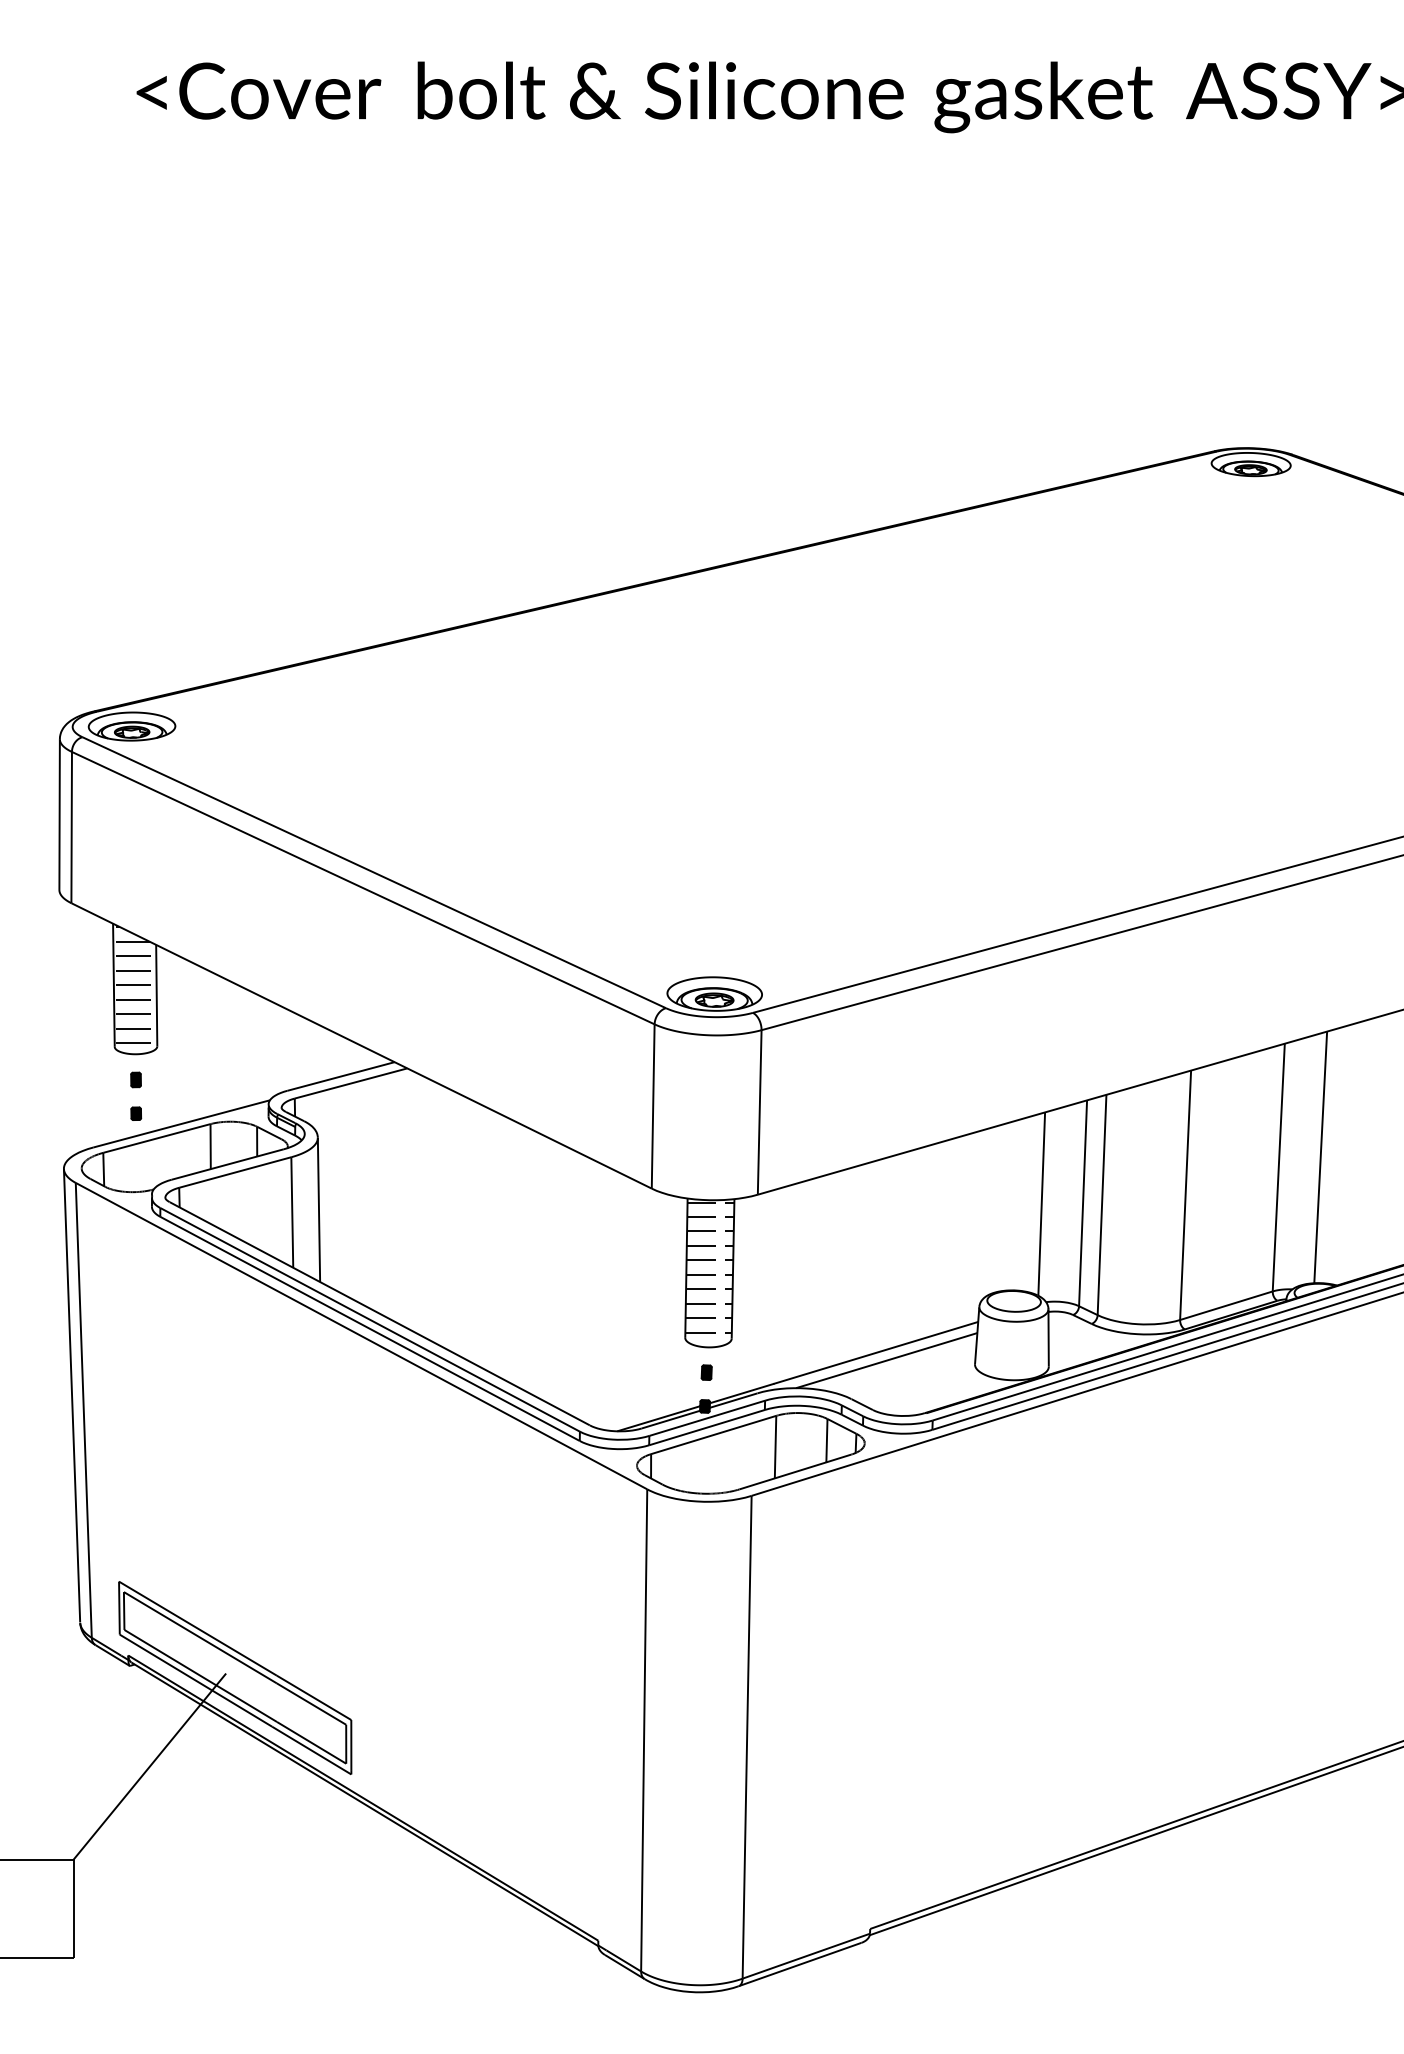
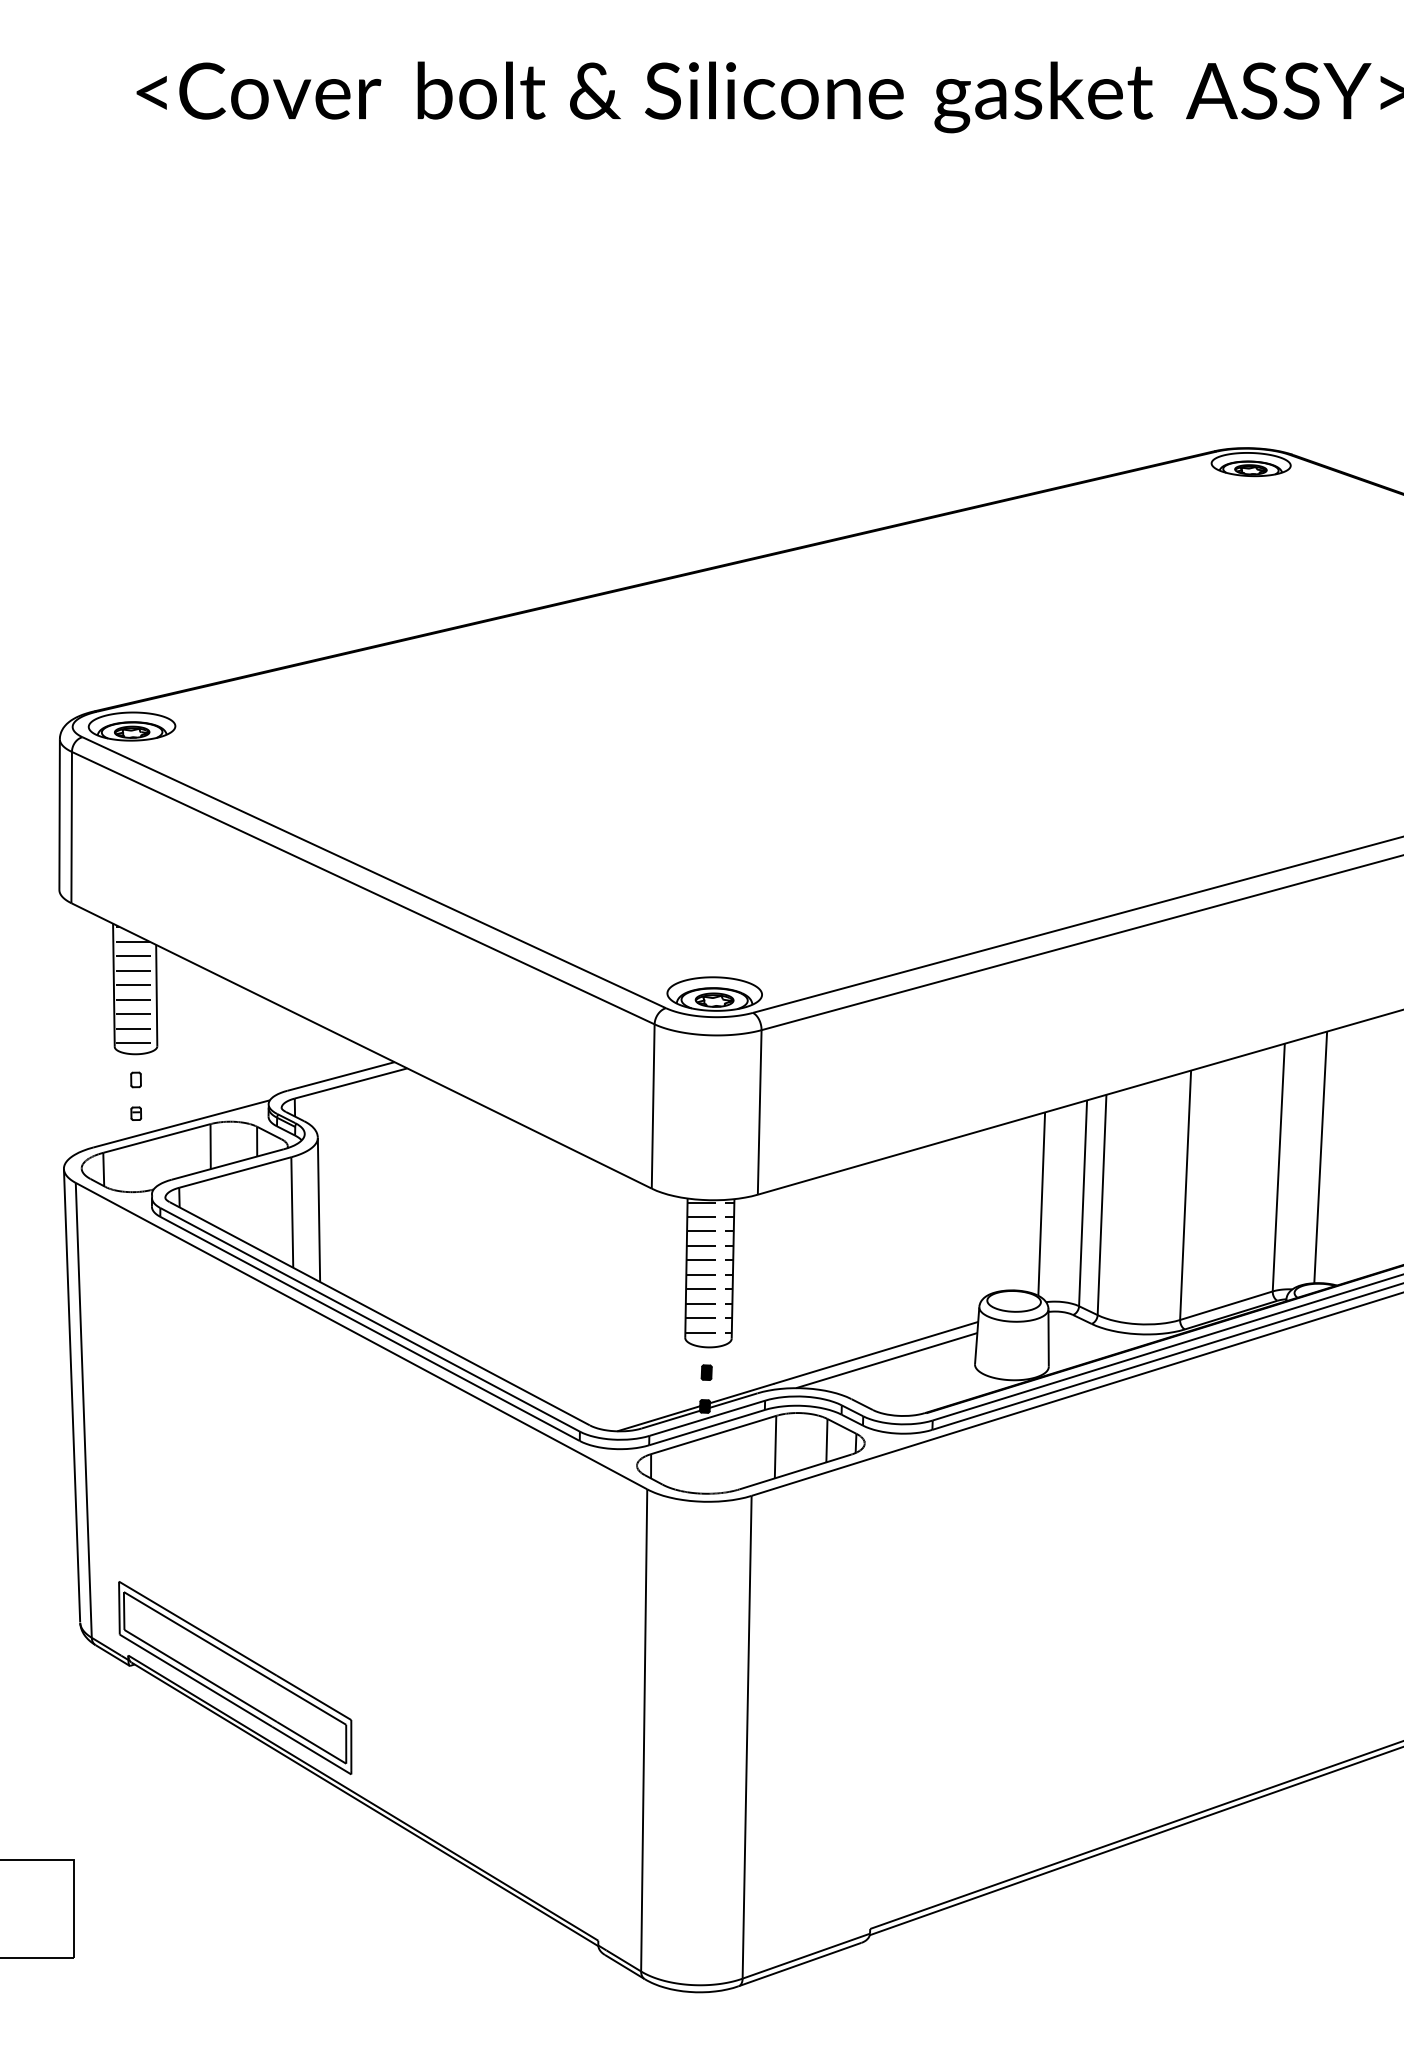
fill at (135, 1079): present -> none
fill at (136, 1113): present -> none
line at (149, 1766): present -> none
